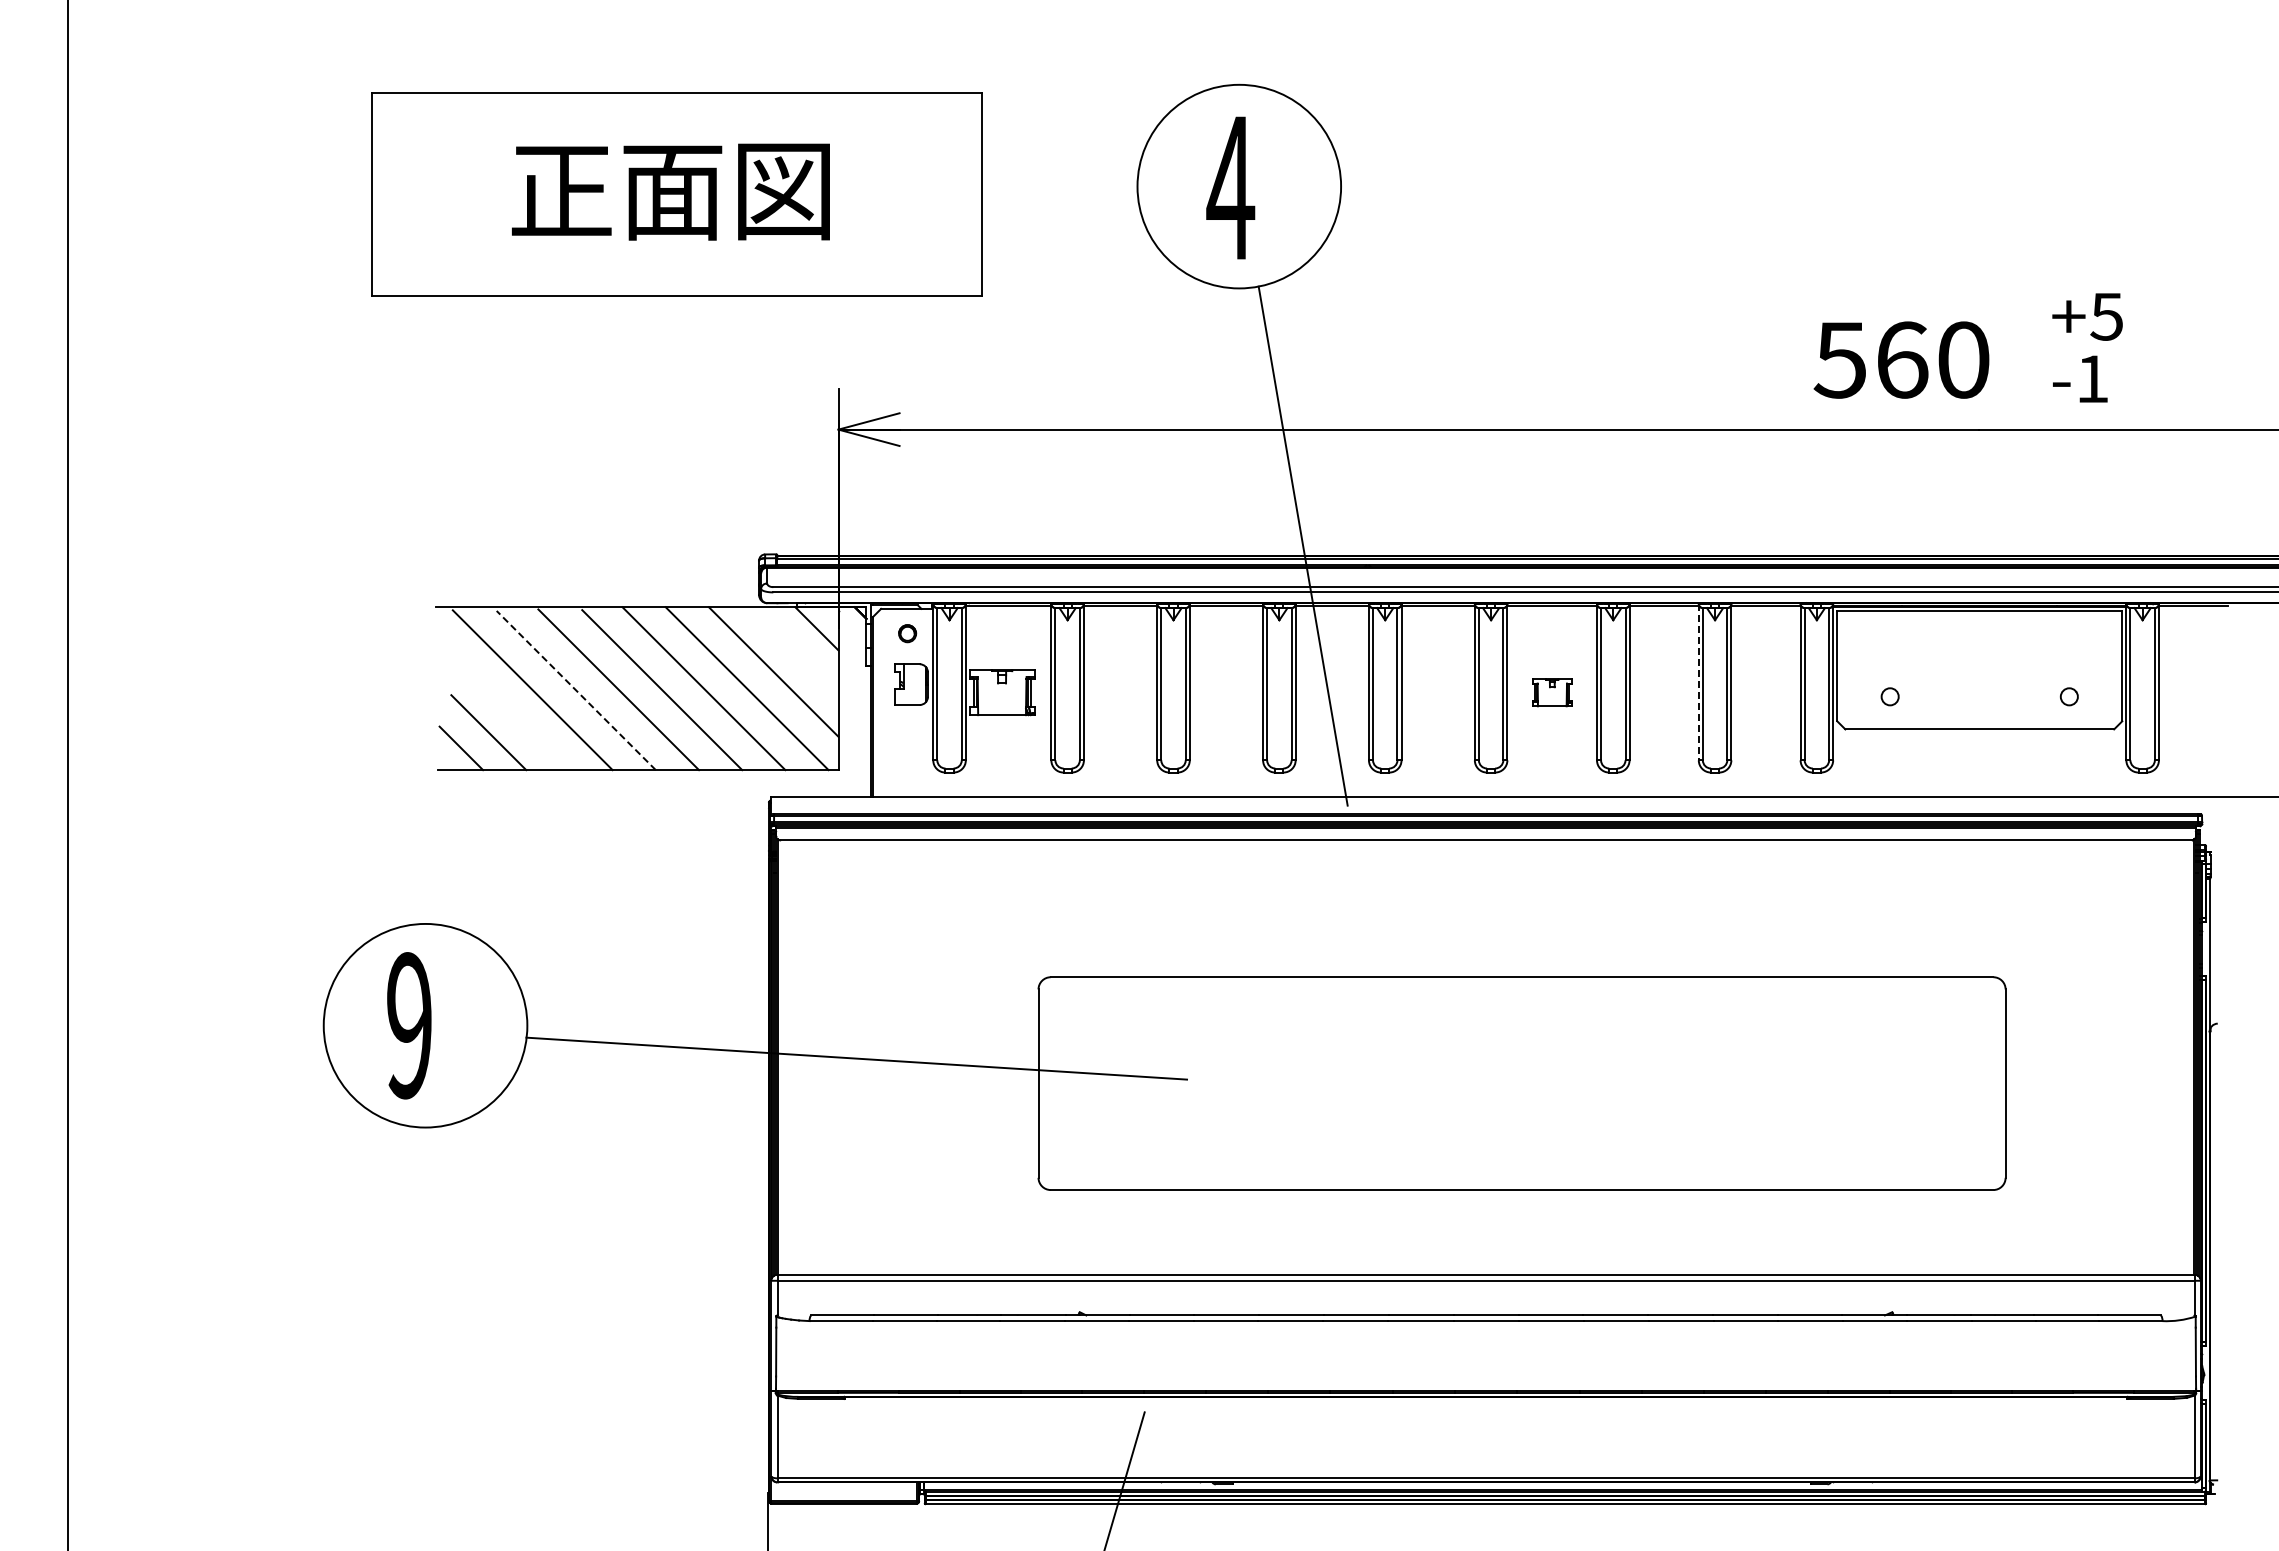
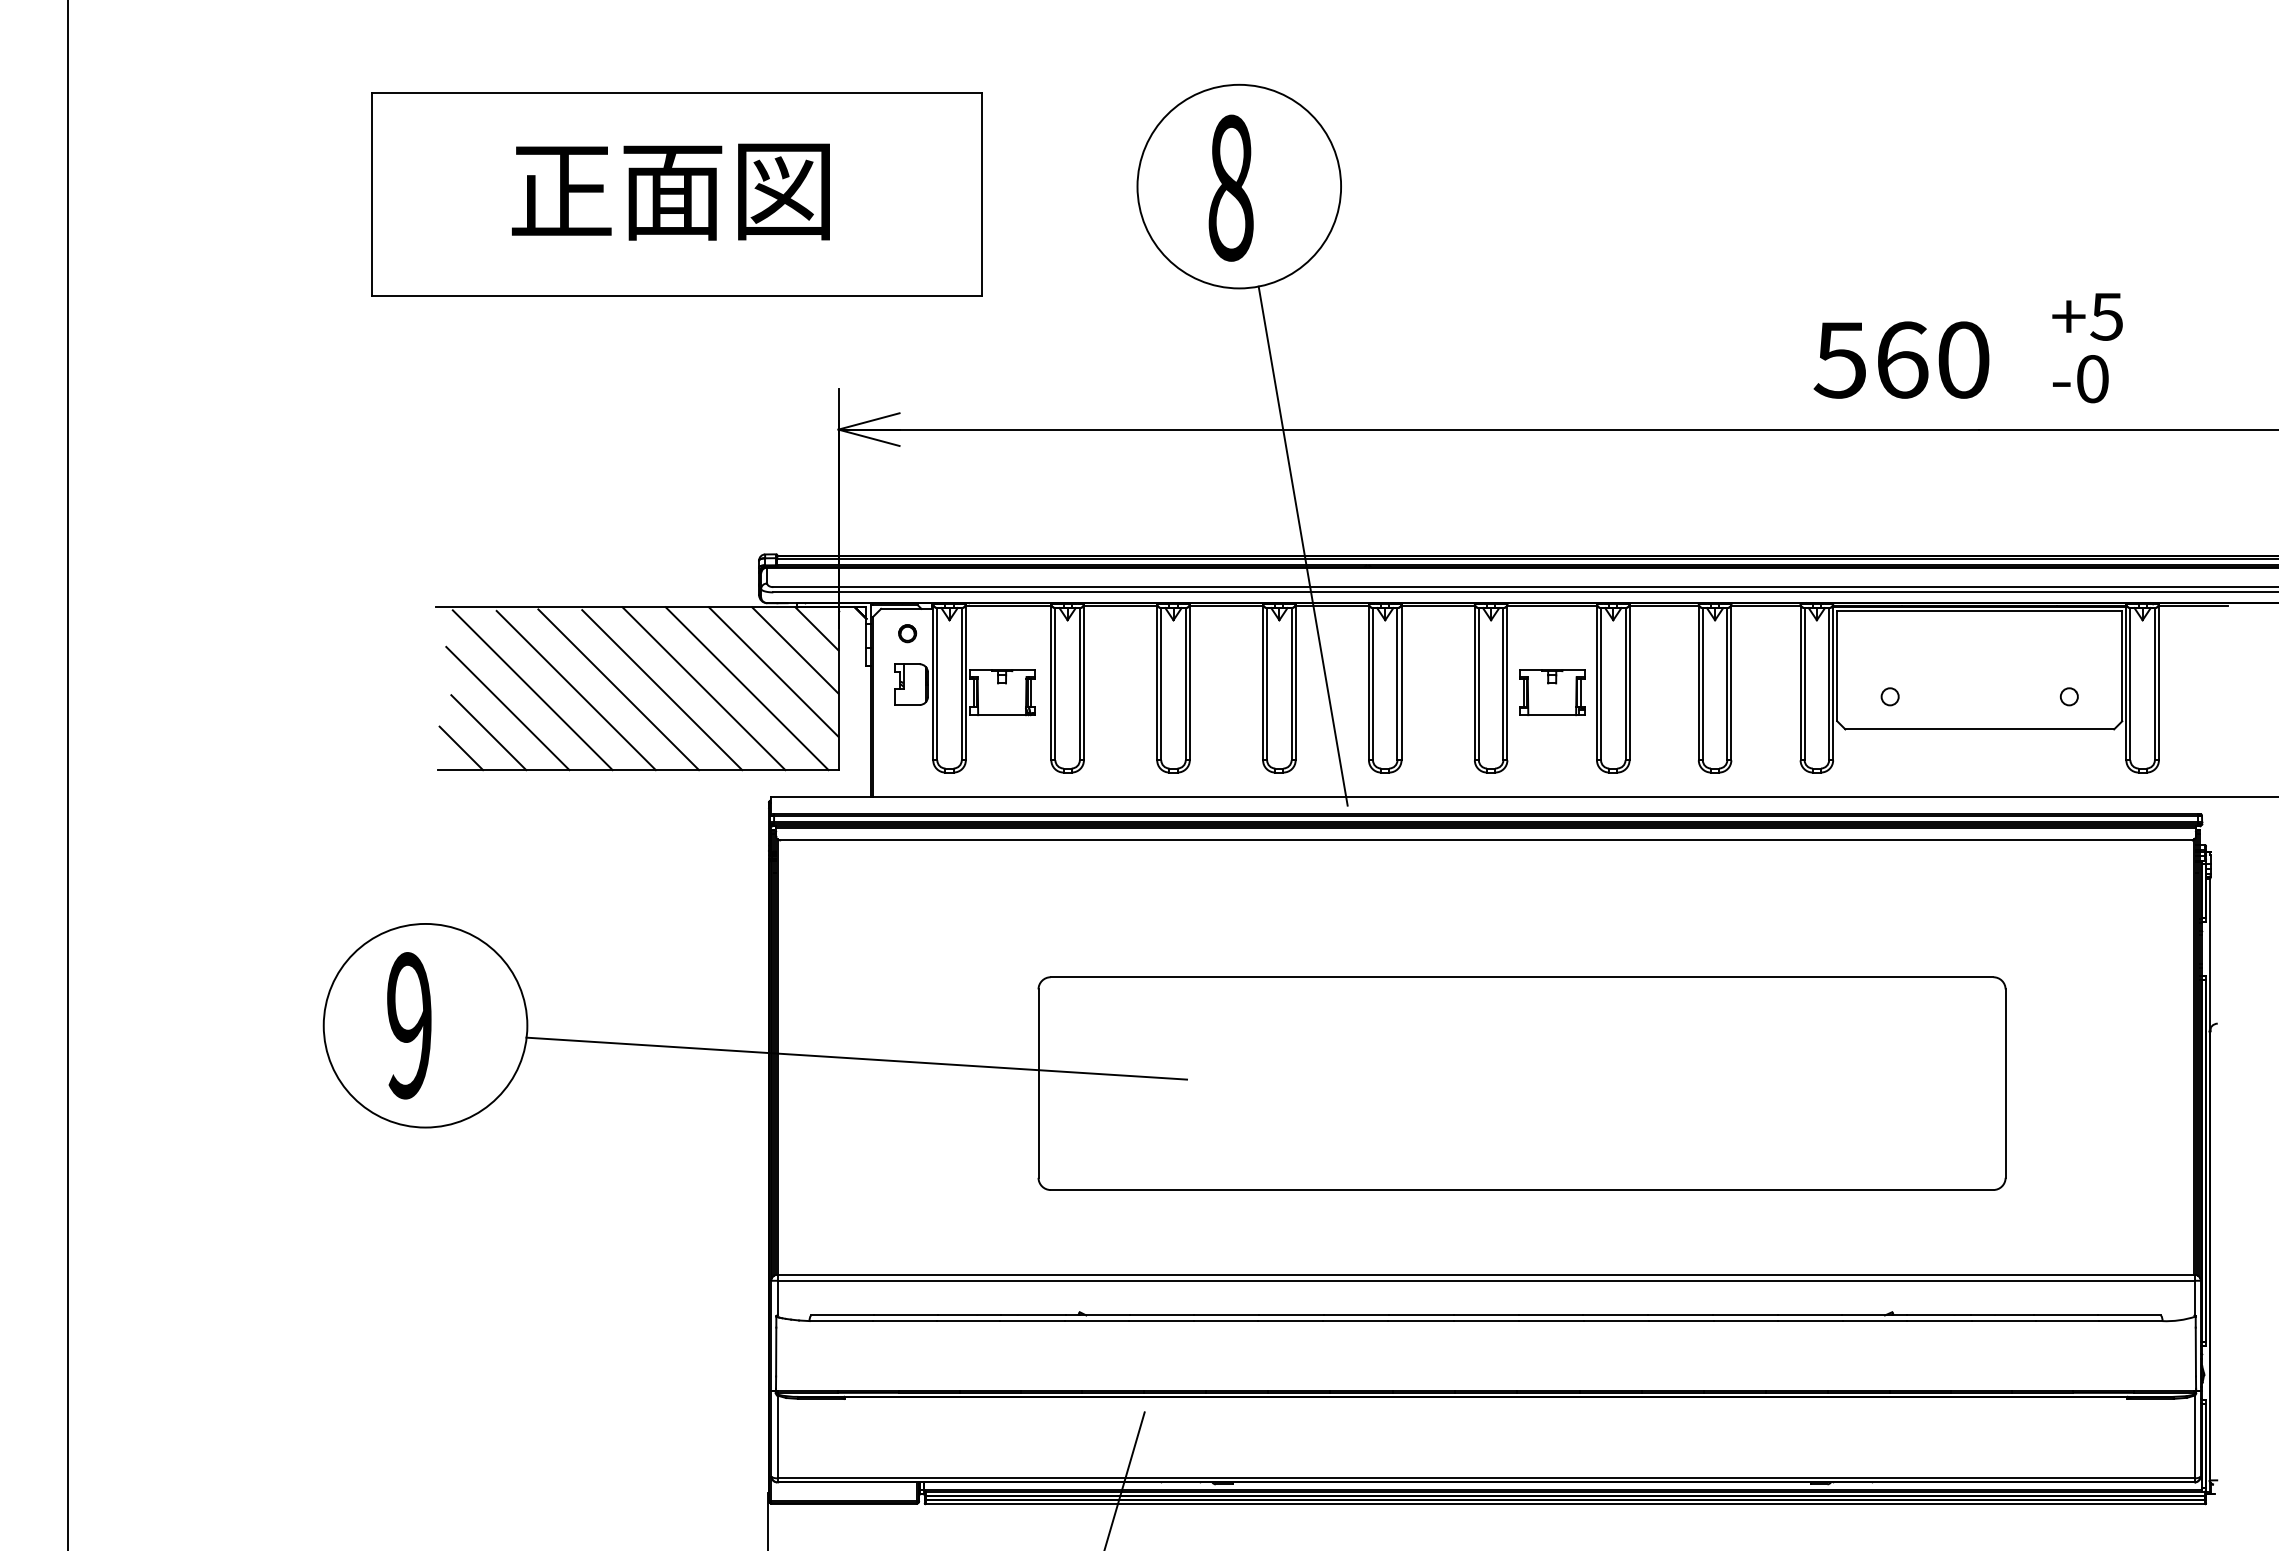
text at (1230, 187): 4 -> 8
text at (2092, 379): -1 -> -0
line at (795, 650): none -> present
line at (1698, 682): dashed -> solid
line at (576, 690): dashed -> solid
part at (1552, 692) size: 41x30 px -> 67x48 px
line at (507, 708): none -> present
